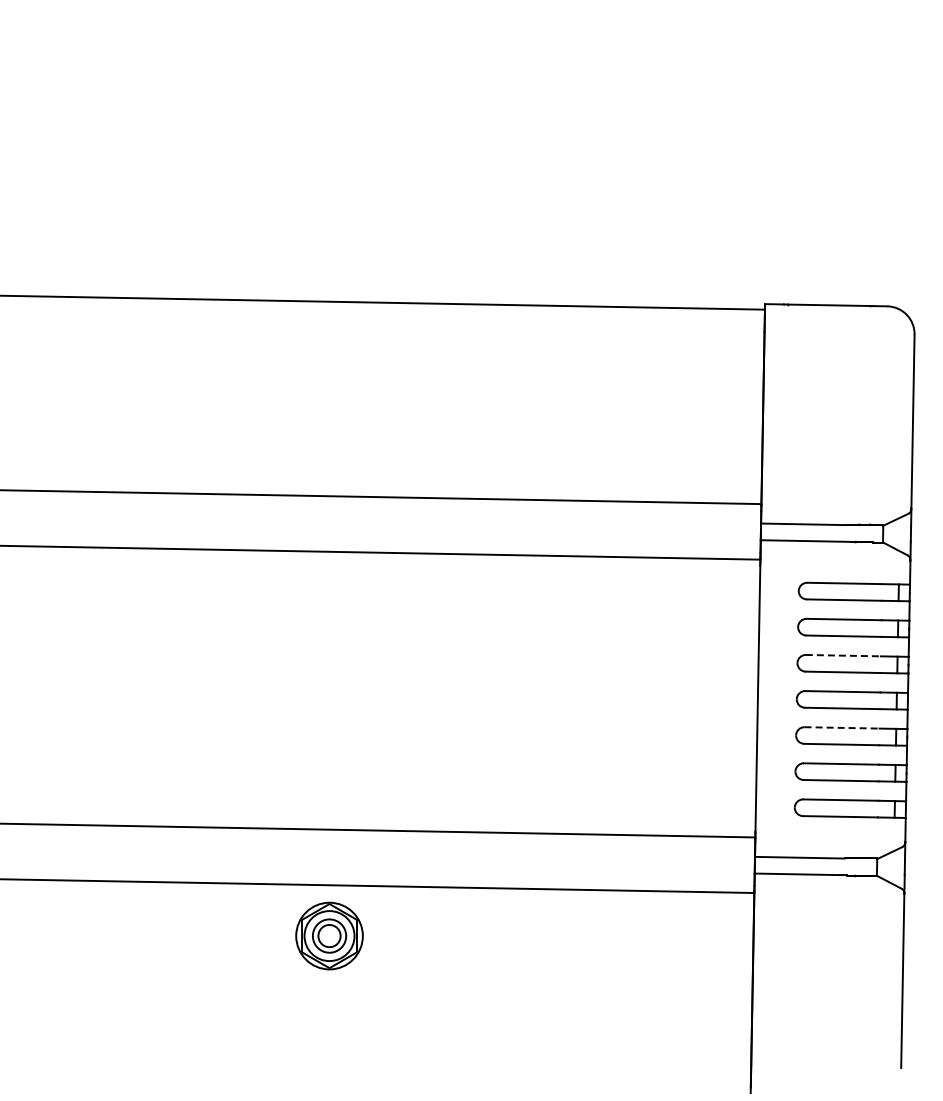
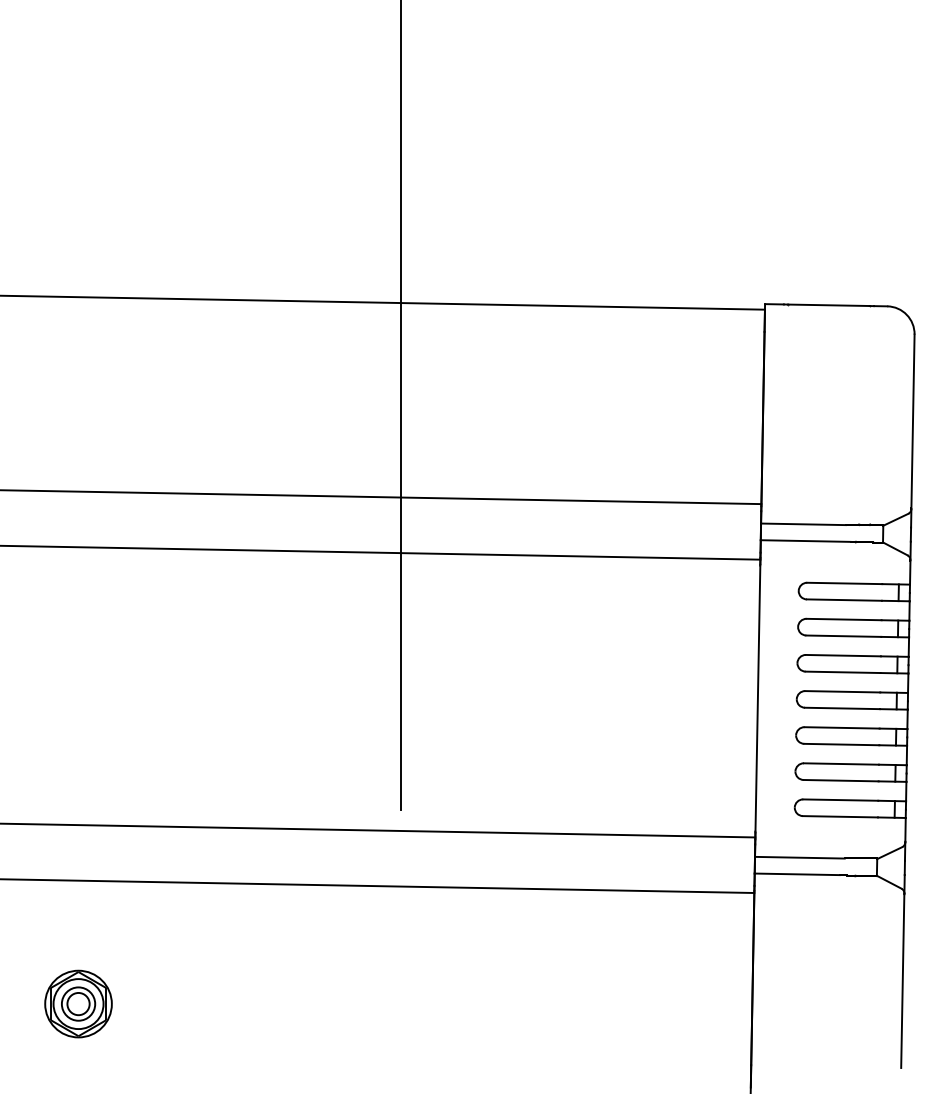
line at (400, 405): none -> present
line at (843, 655): dashed -> solid
line at (842, 727): dashed -> solid
part at (329, 935) position: (329, 935) -> (78, 1003)
